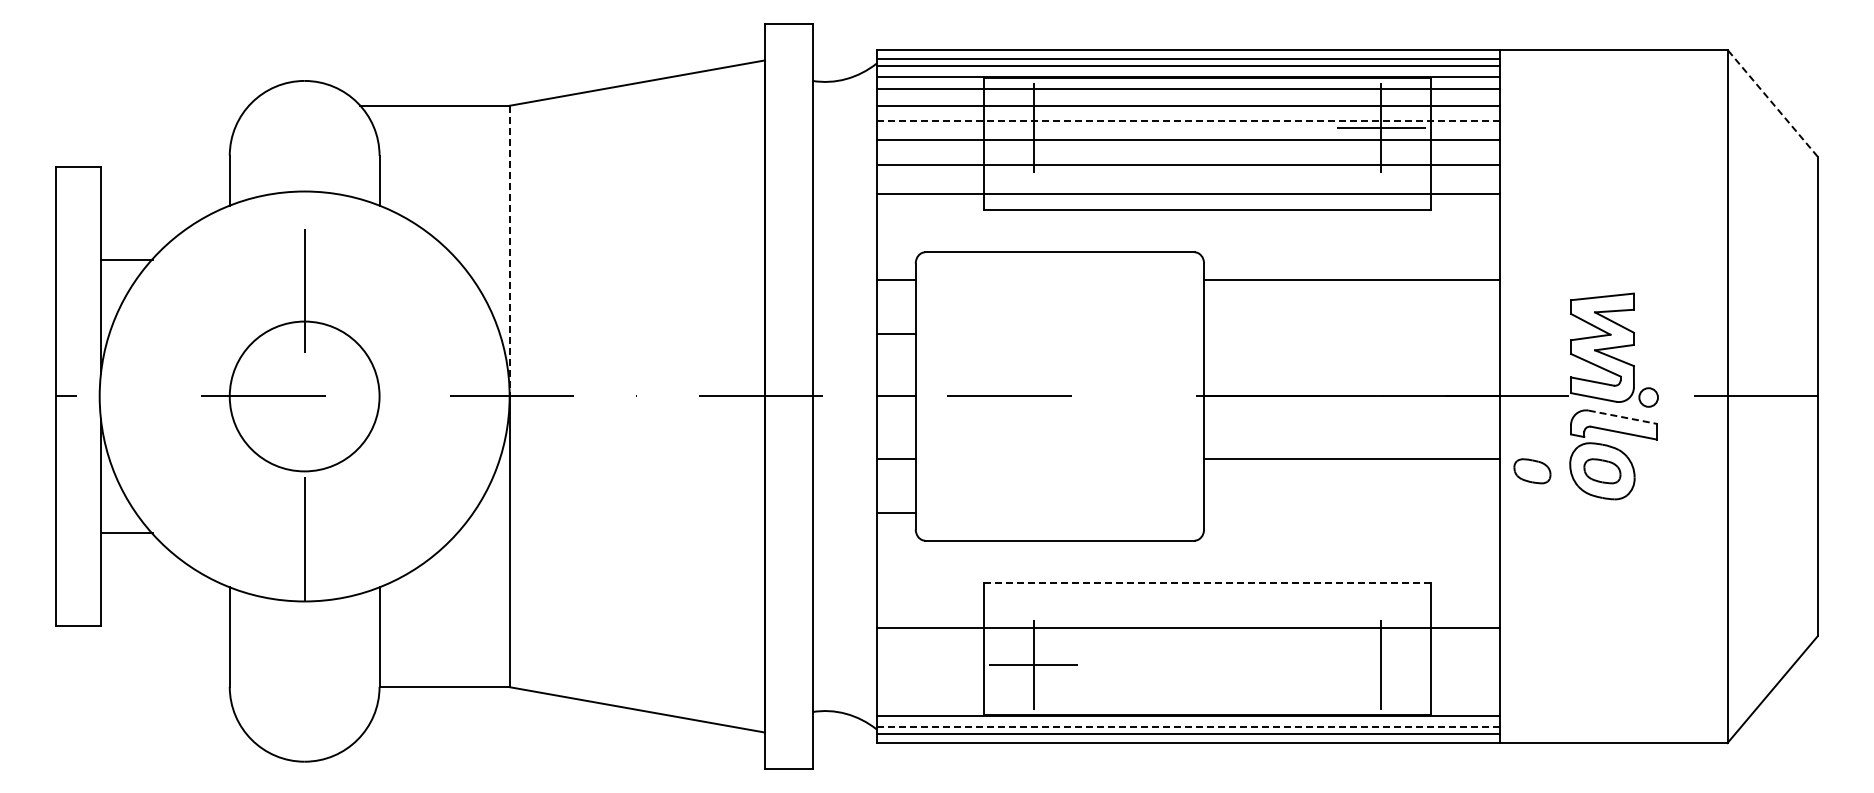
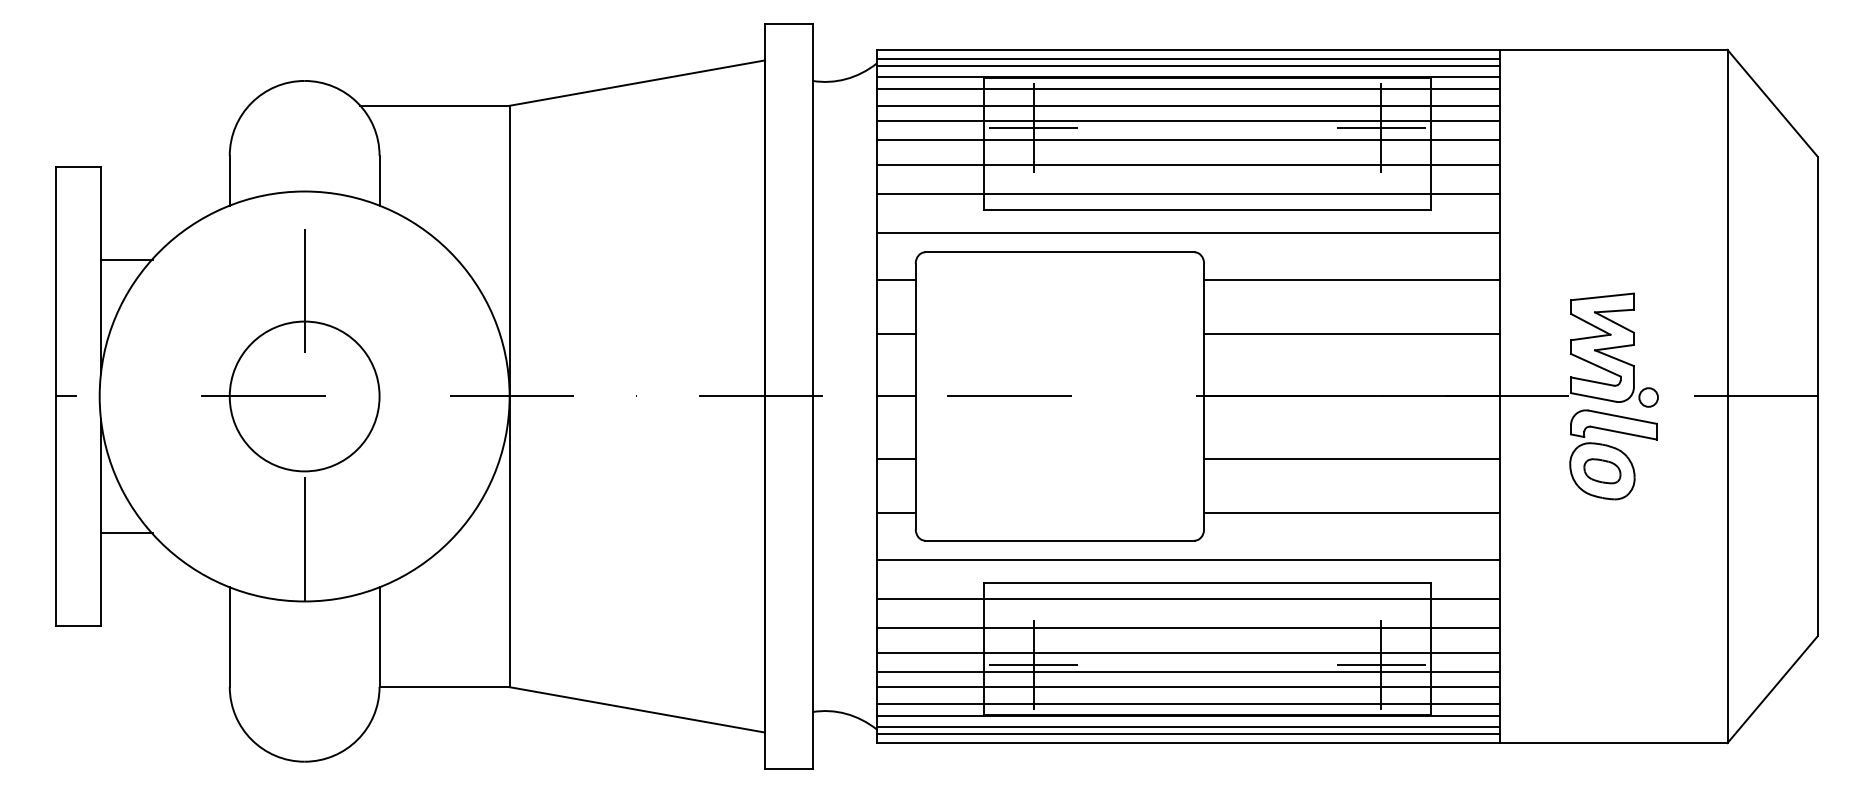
line at (1772, 103): dashed -> solid
line at (1188, 121): dashed -> solid
line at (1033, 128): none -> present
line at (1188, 232): none -> present
line at (509, 251): dashed -> solid
line at (1352, 333): none -> present
line at (1622, 417): dashed -> solid
part at (1532, 471): present -> none
line at (1351, 513): none -> present
line at (1188, 560): none -> present
line at (1207, 582): dashed -> solid
line at (1188, 598): none -> present
line at (1188, 652): none -> present
line at (1381, 664): none -> present
line at (1188, 671): none -> present
line at (1188, 687): none -> present
line at (1188, 703): none -> present
line at (1188, 727): dashed -> solid
